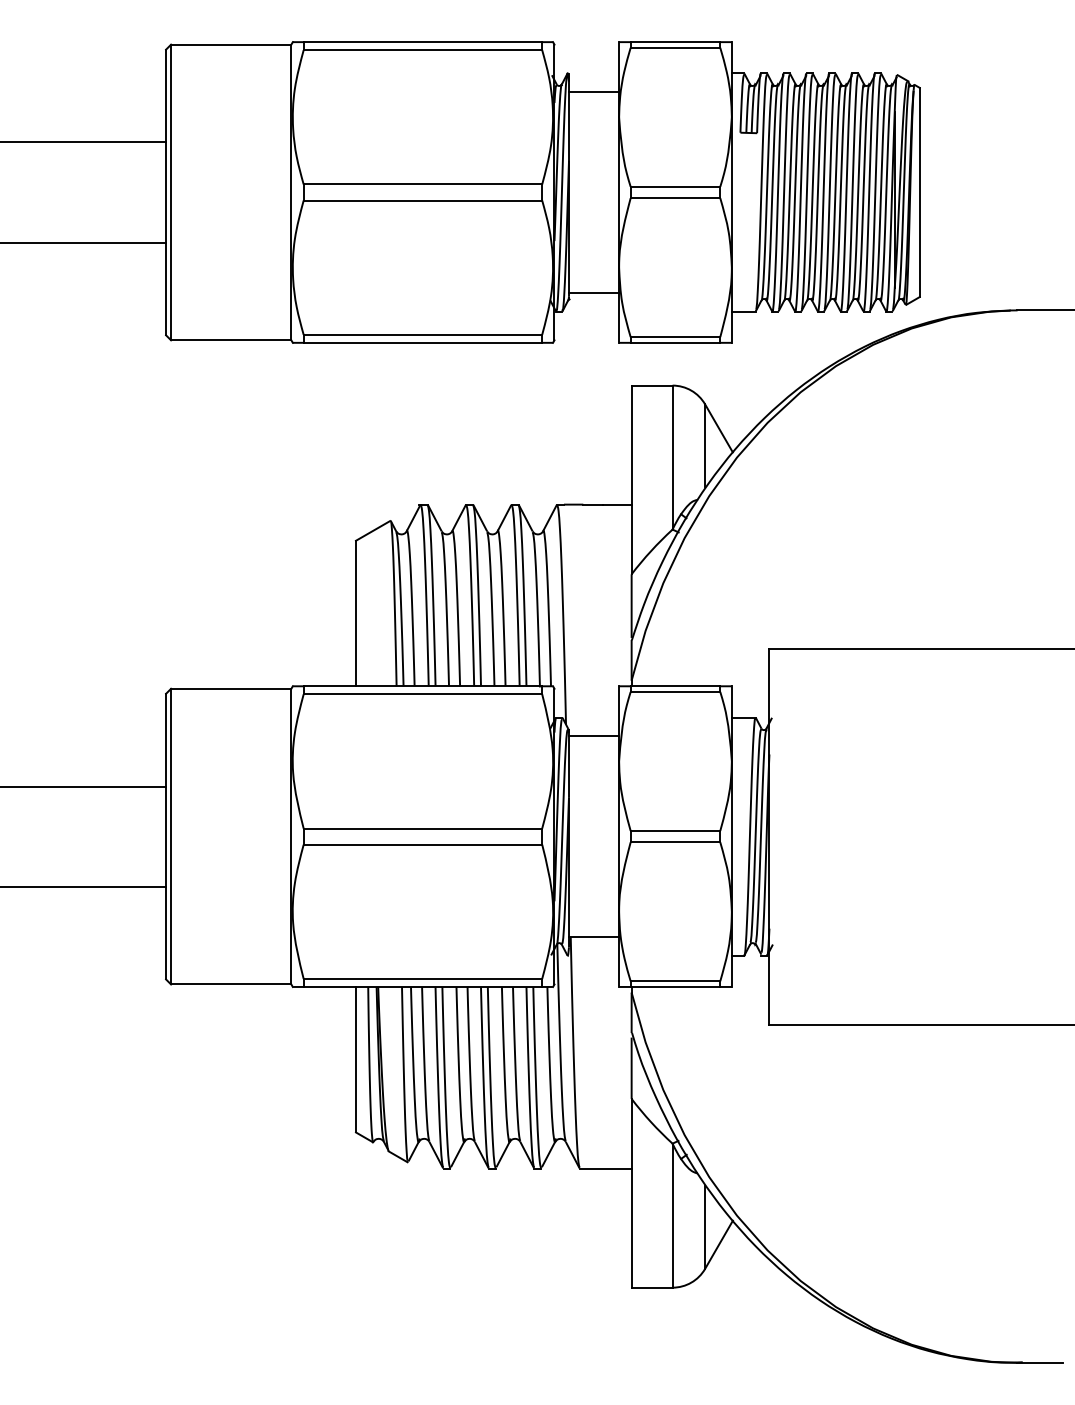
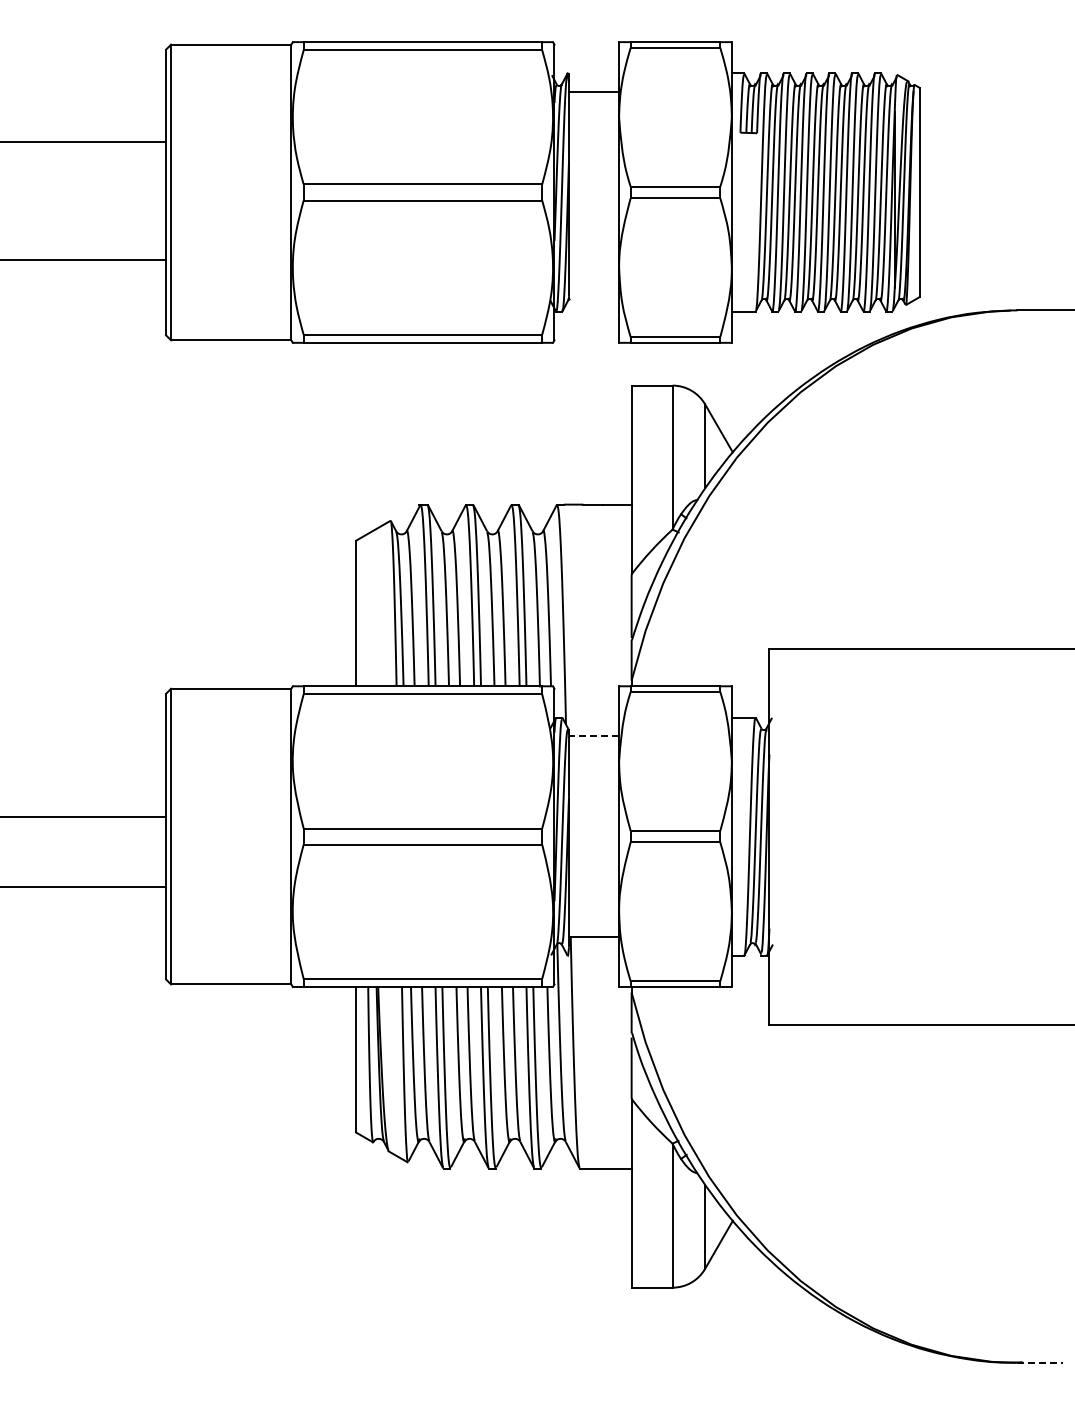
line at (84, 242) position: (84, 242) -> (84, 259)
line at (593, 292): present -> none
line at (593, 736): solid -> dashed
line at (84, 786) position: (84, 786) -> (84, 816)
line at (1039, 1362): solid -> dashed
